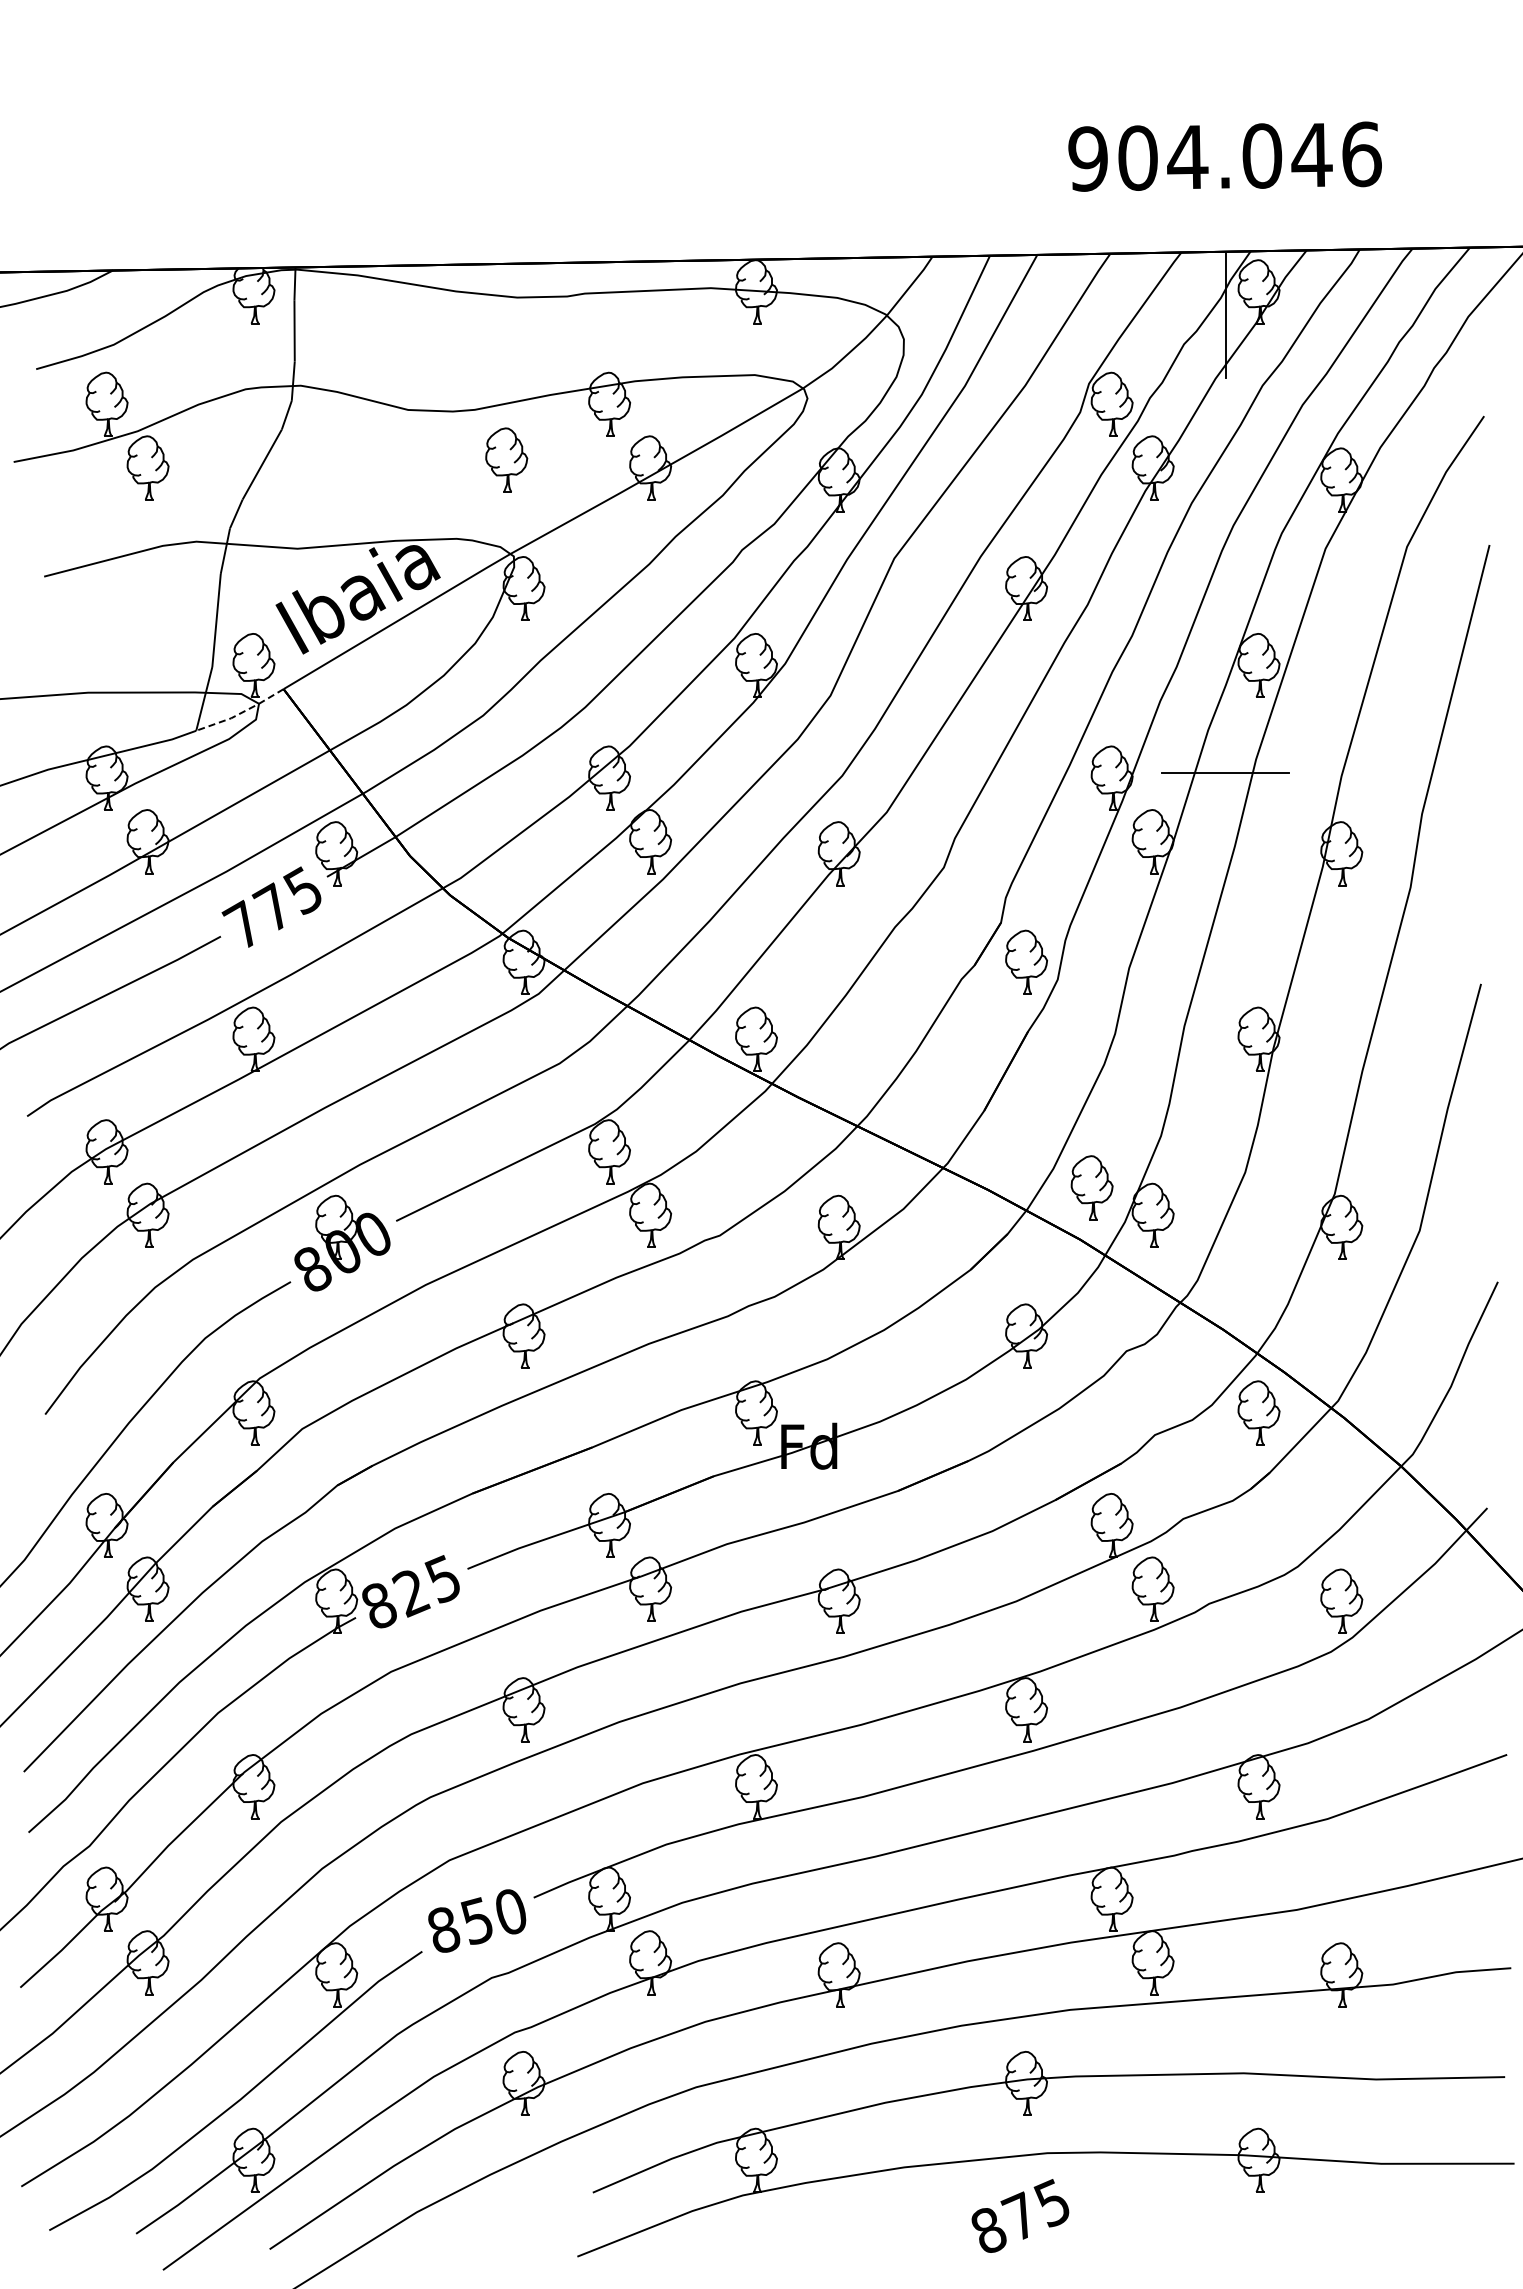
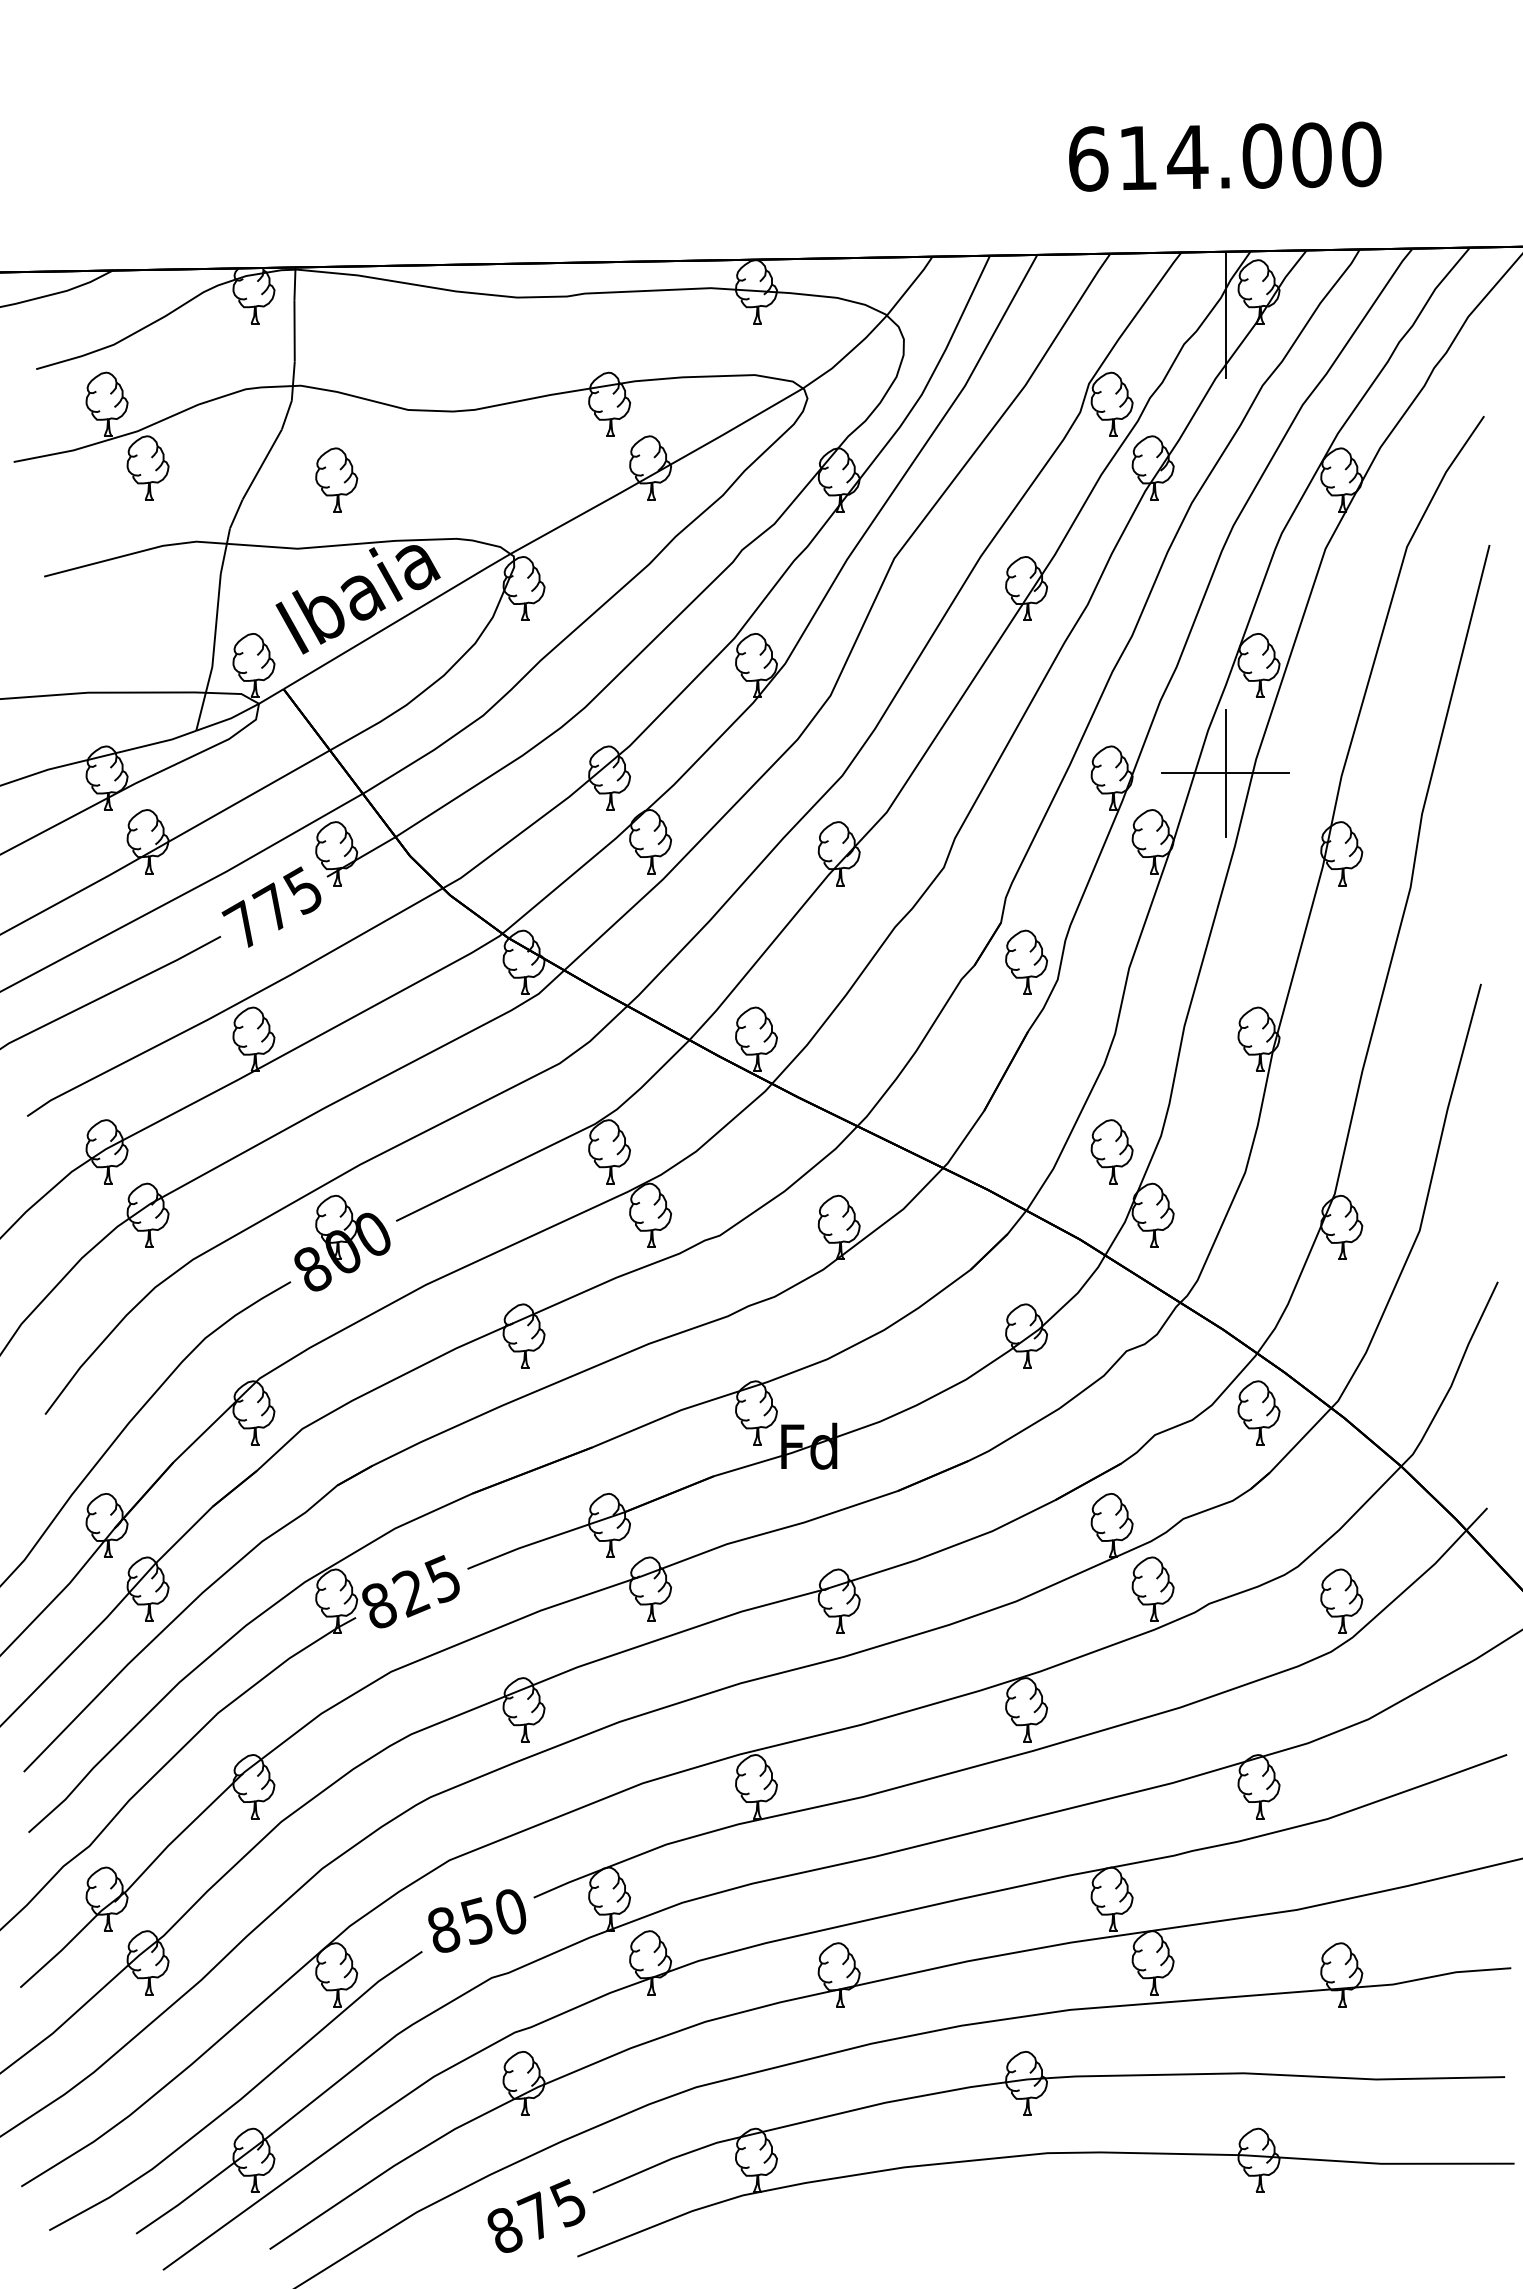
text at (1224, 156): 904.046 -> 614.000
part at (506, 459) position: (506, 459) -> (336, 479)
line at (240, 713): dashed -> solid
line at (1225, 772): none -> present
part at (1091, 1187) position: (1091, 1187) -> (1111, 1151)
text at (1020, 2215) position: (1020, 2215) -> (536, 2215)
